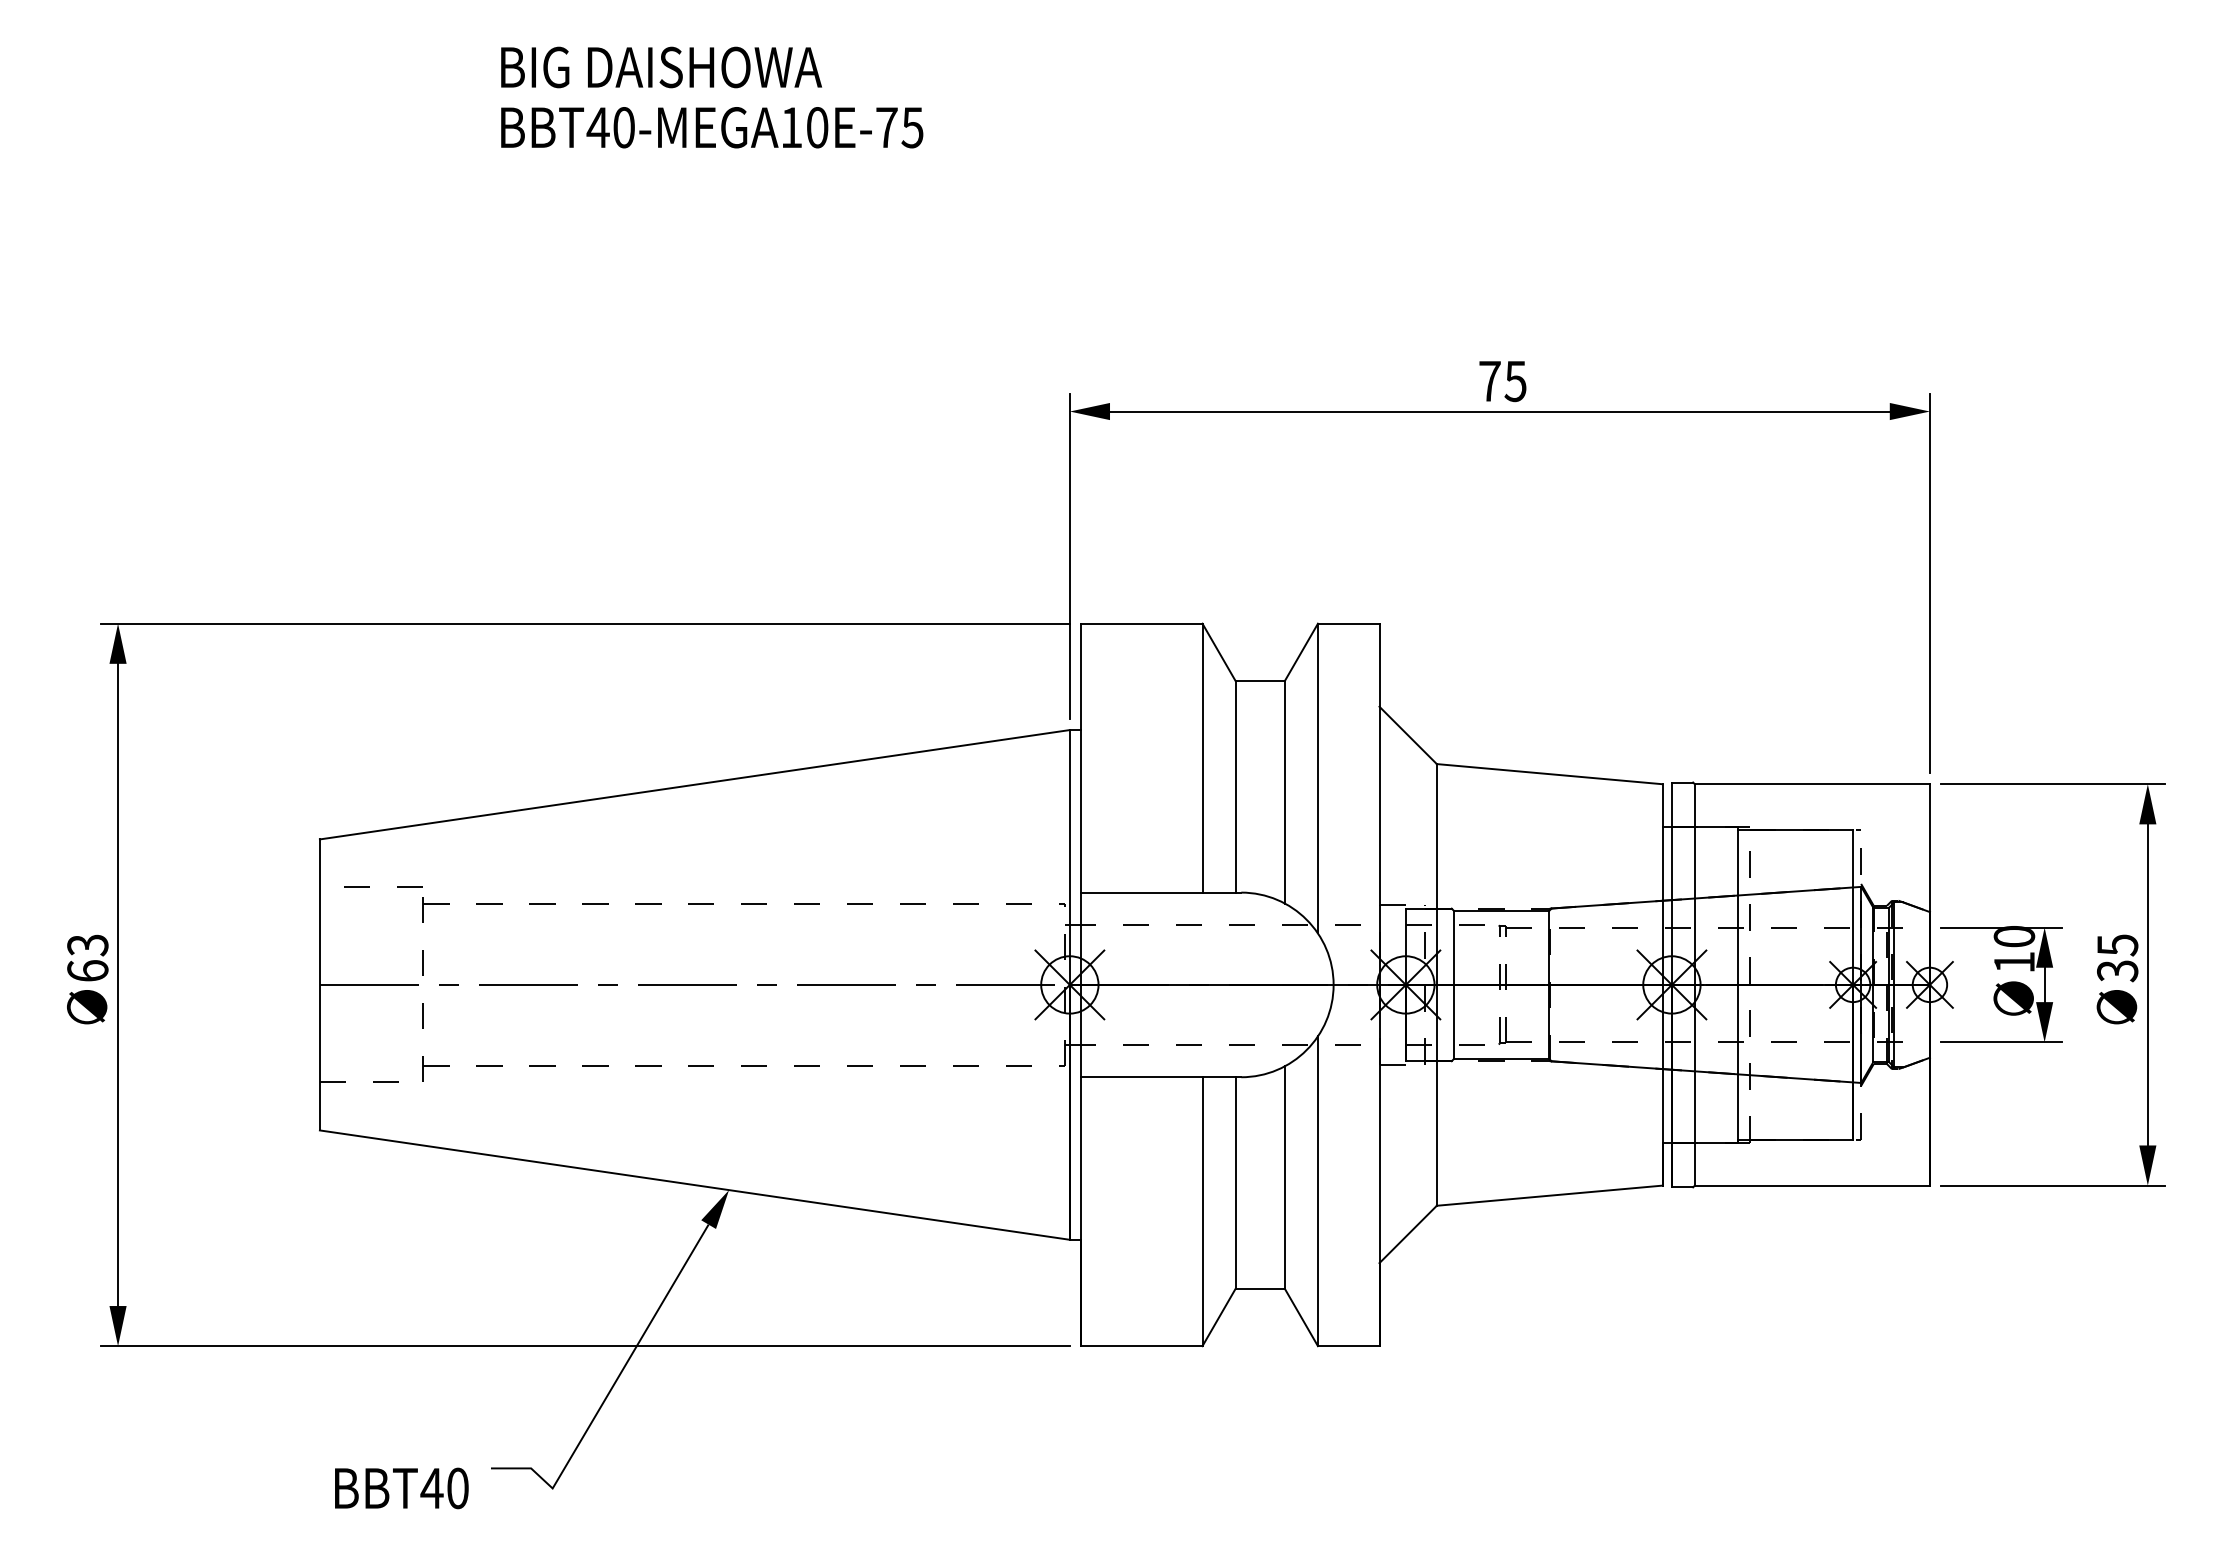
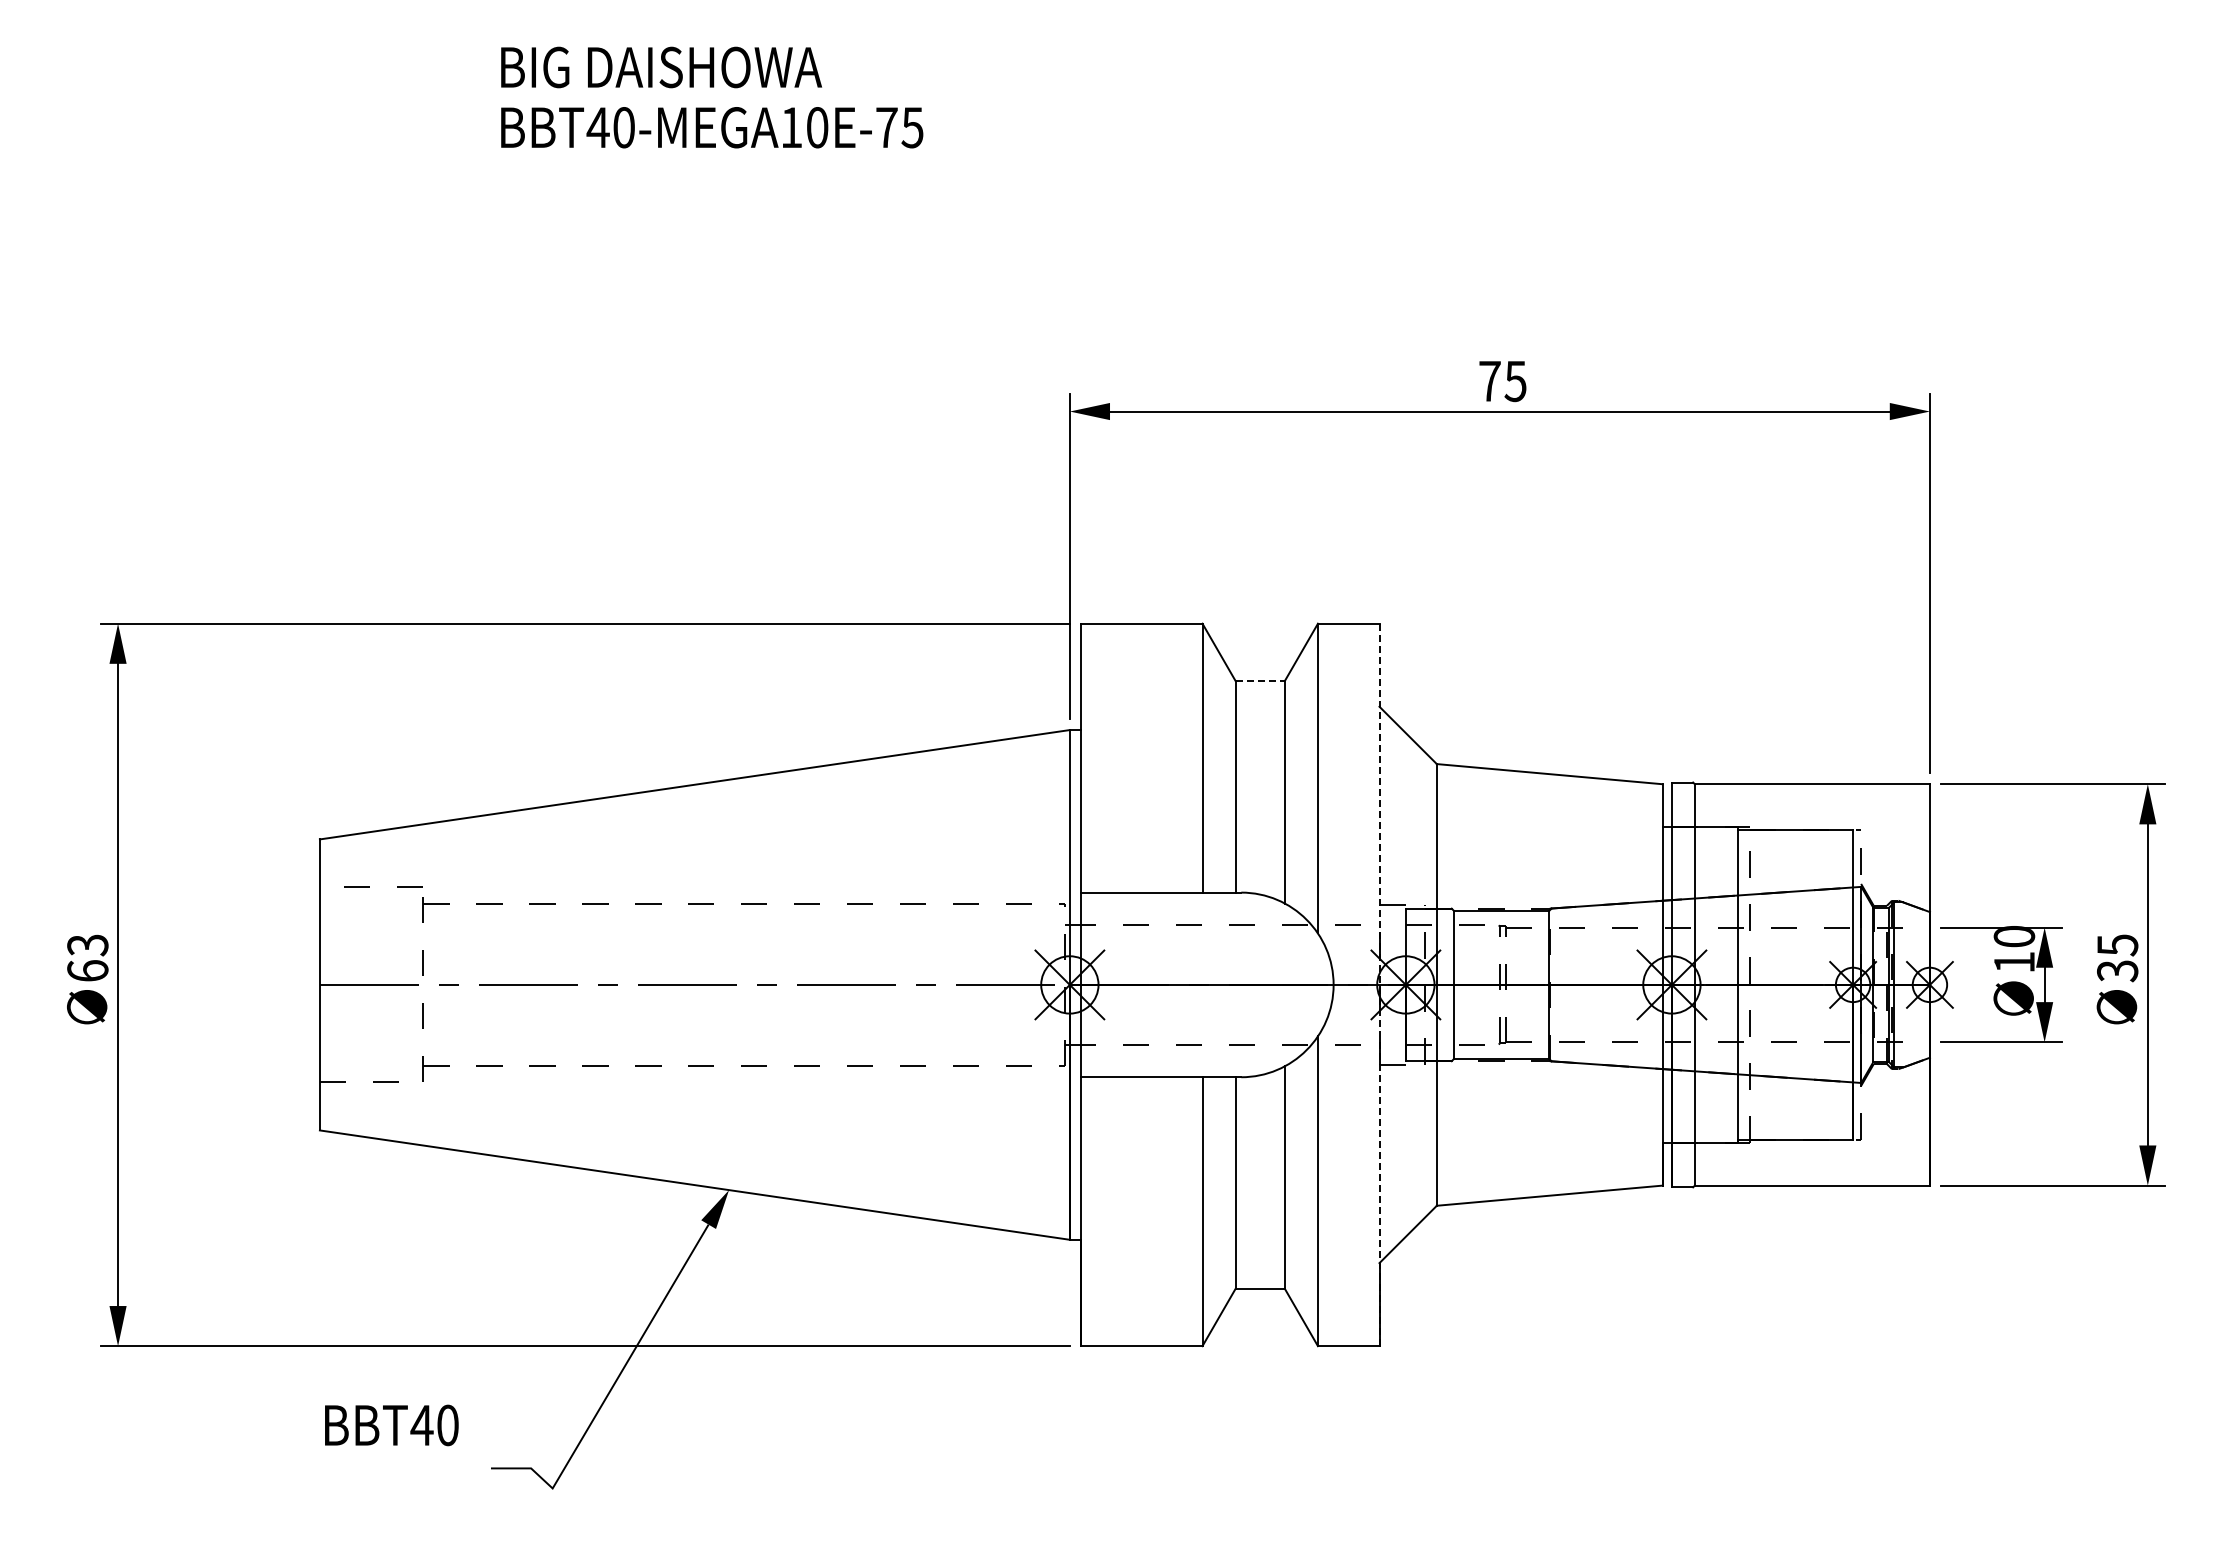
line at (1260, 681): solid -> dashed
line at (1379, 984): solid -> dashed
text at (401, 1488) position: (401, 1488) -> (391, 1425)
